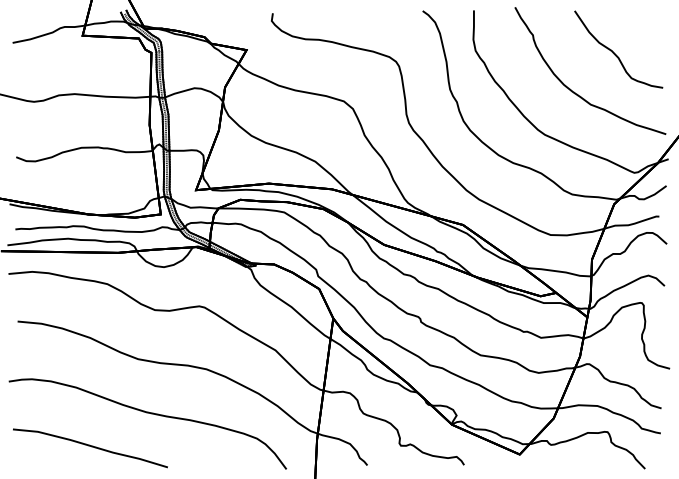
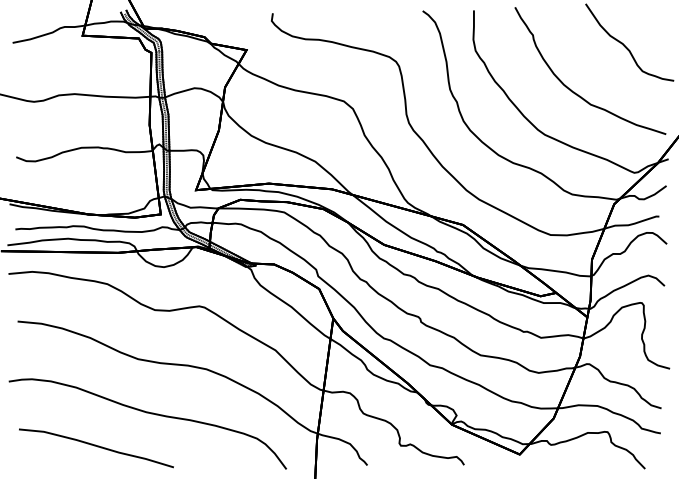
curve at (614, 52) position: (614, 52) -> (625, 45)
part at (90, 448) position: (90, 448) -> (96, 448)
